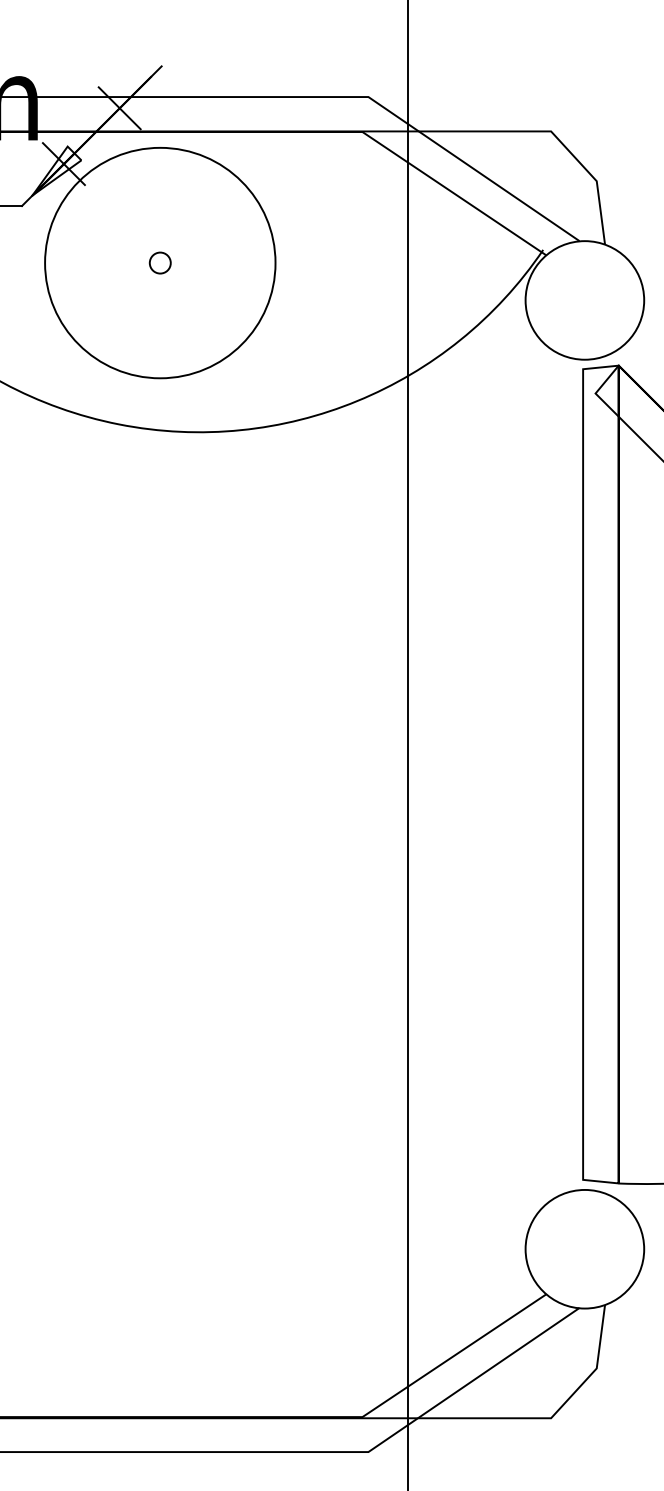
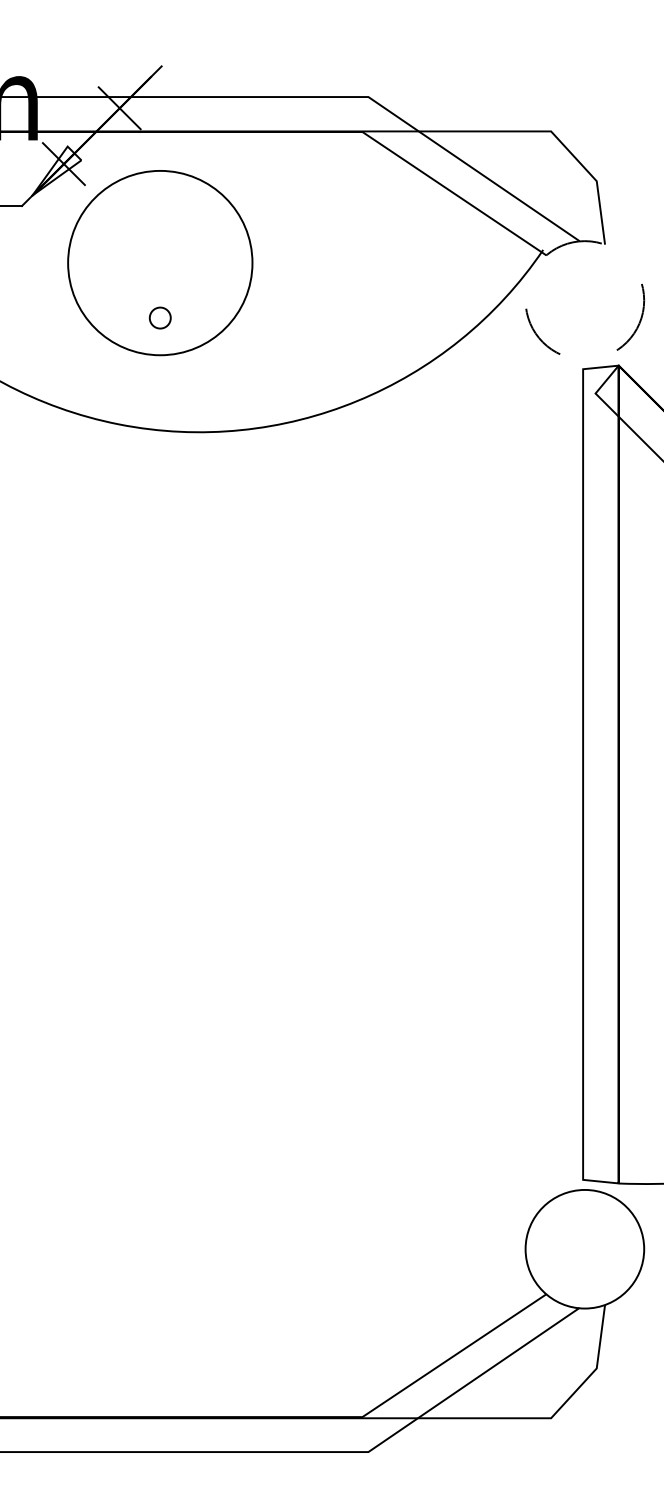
circle at (159, 262) position: (159, 262) -> (159, 317)
circle at (160, 262) diameter: 230 px -> 184 px
circle at (584, 300): solid -> dashed
line at (408, 744): present -> none
